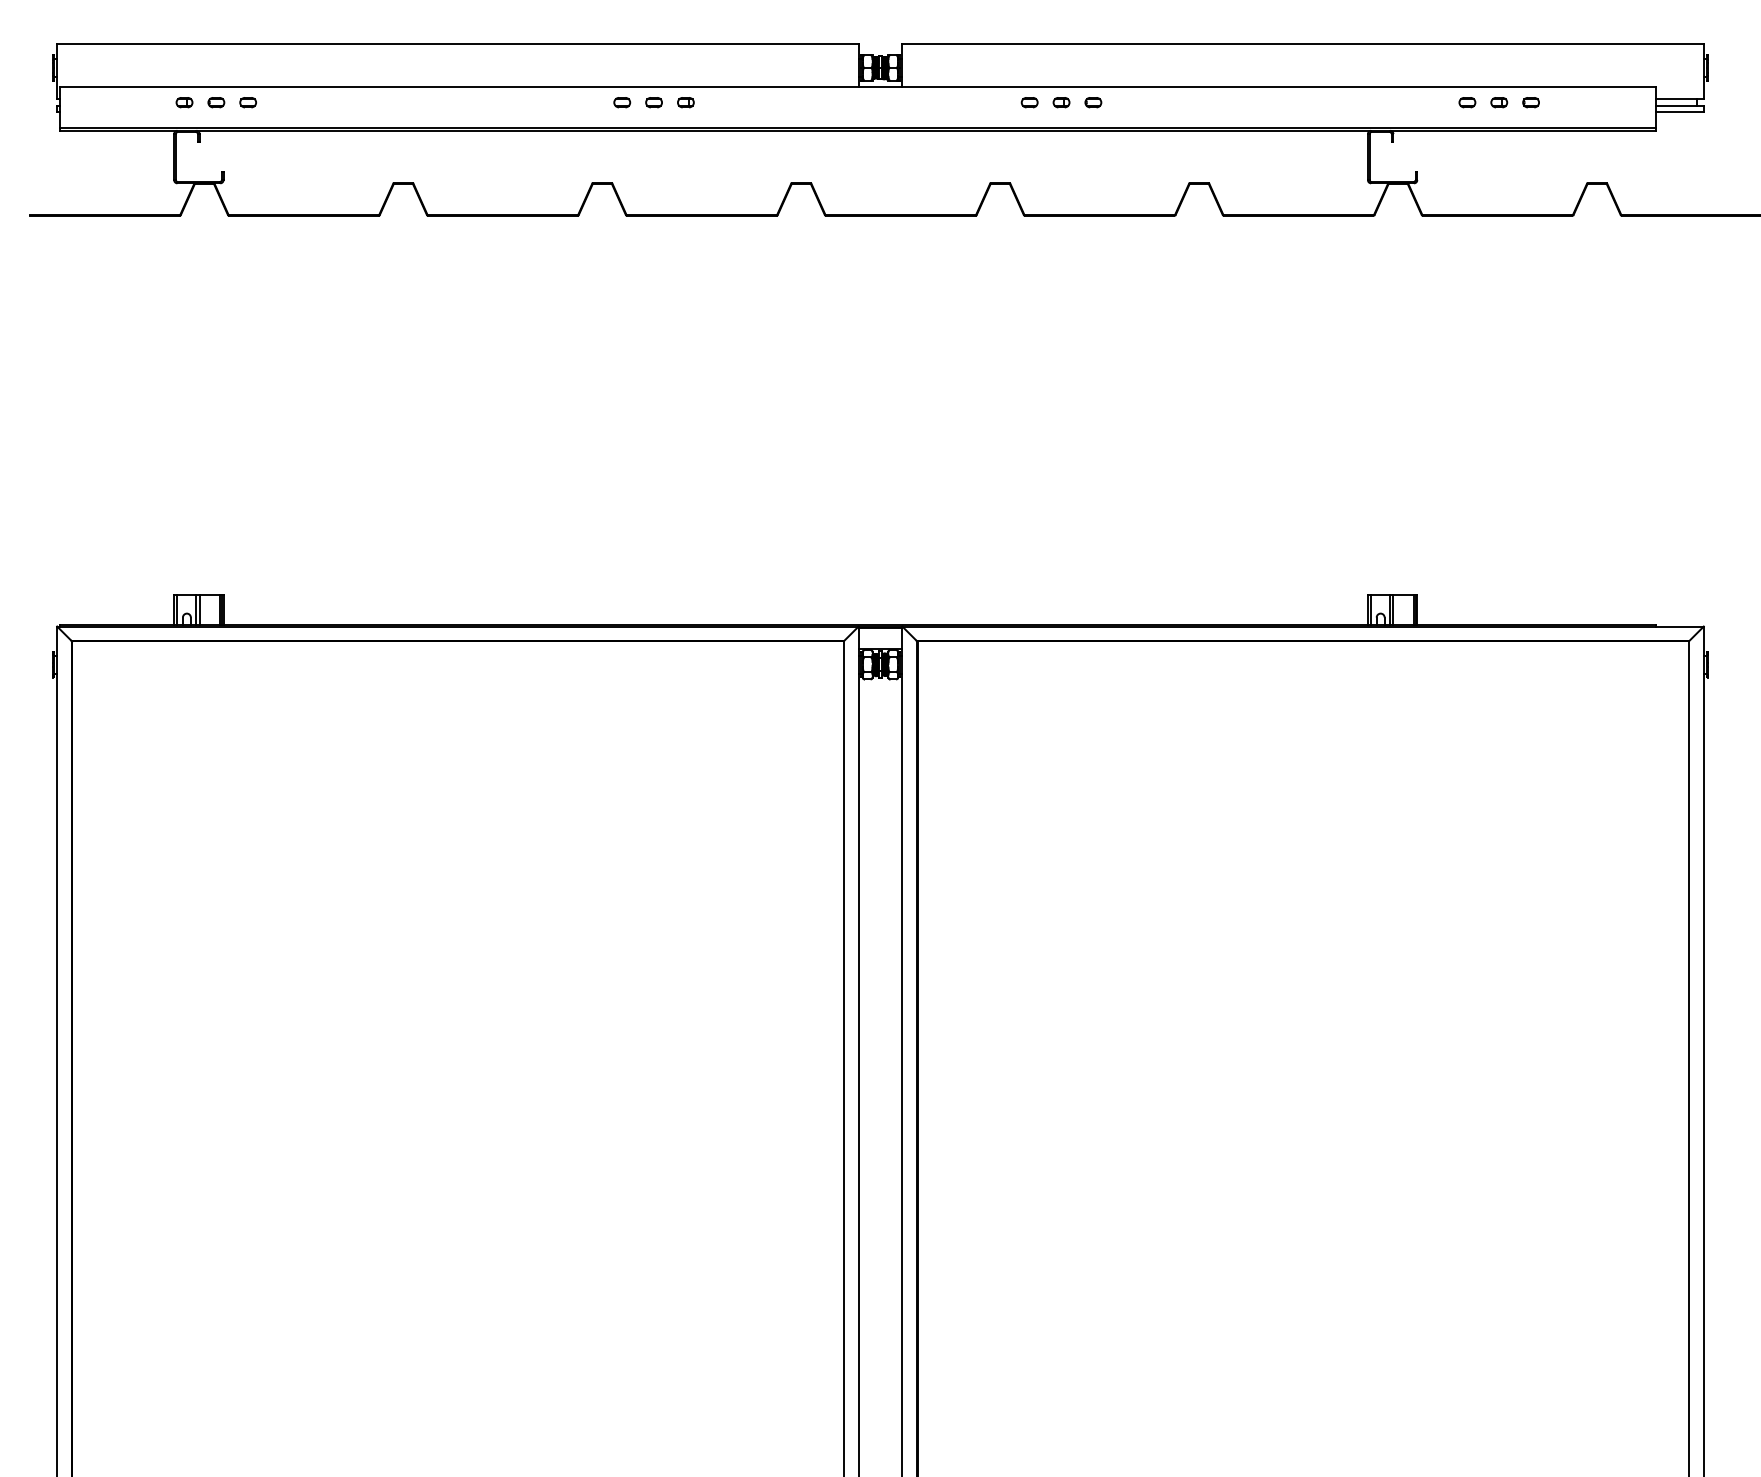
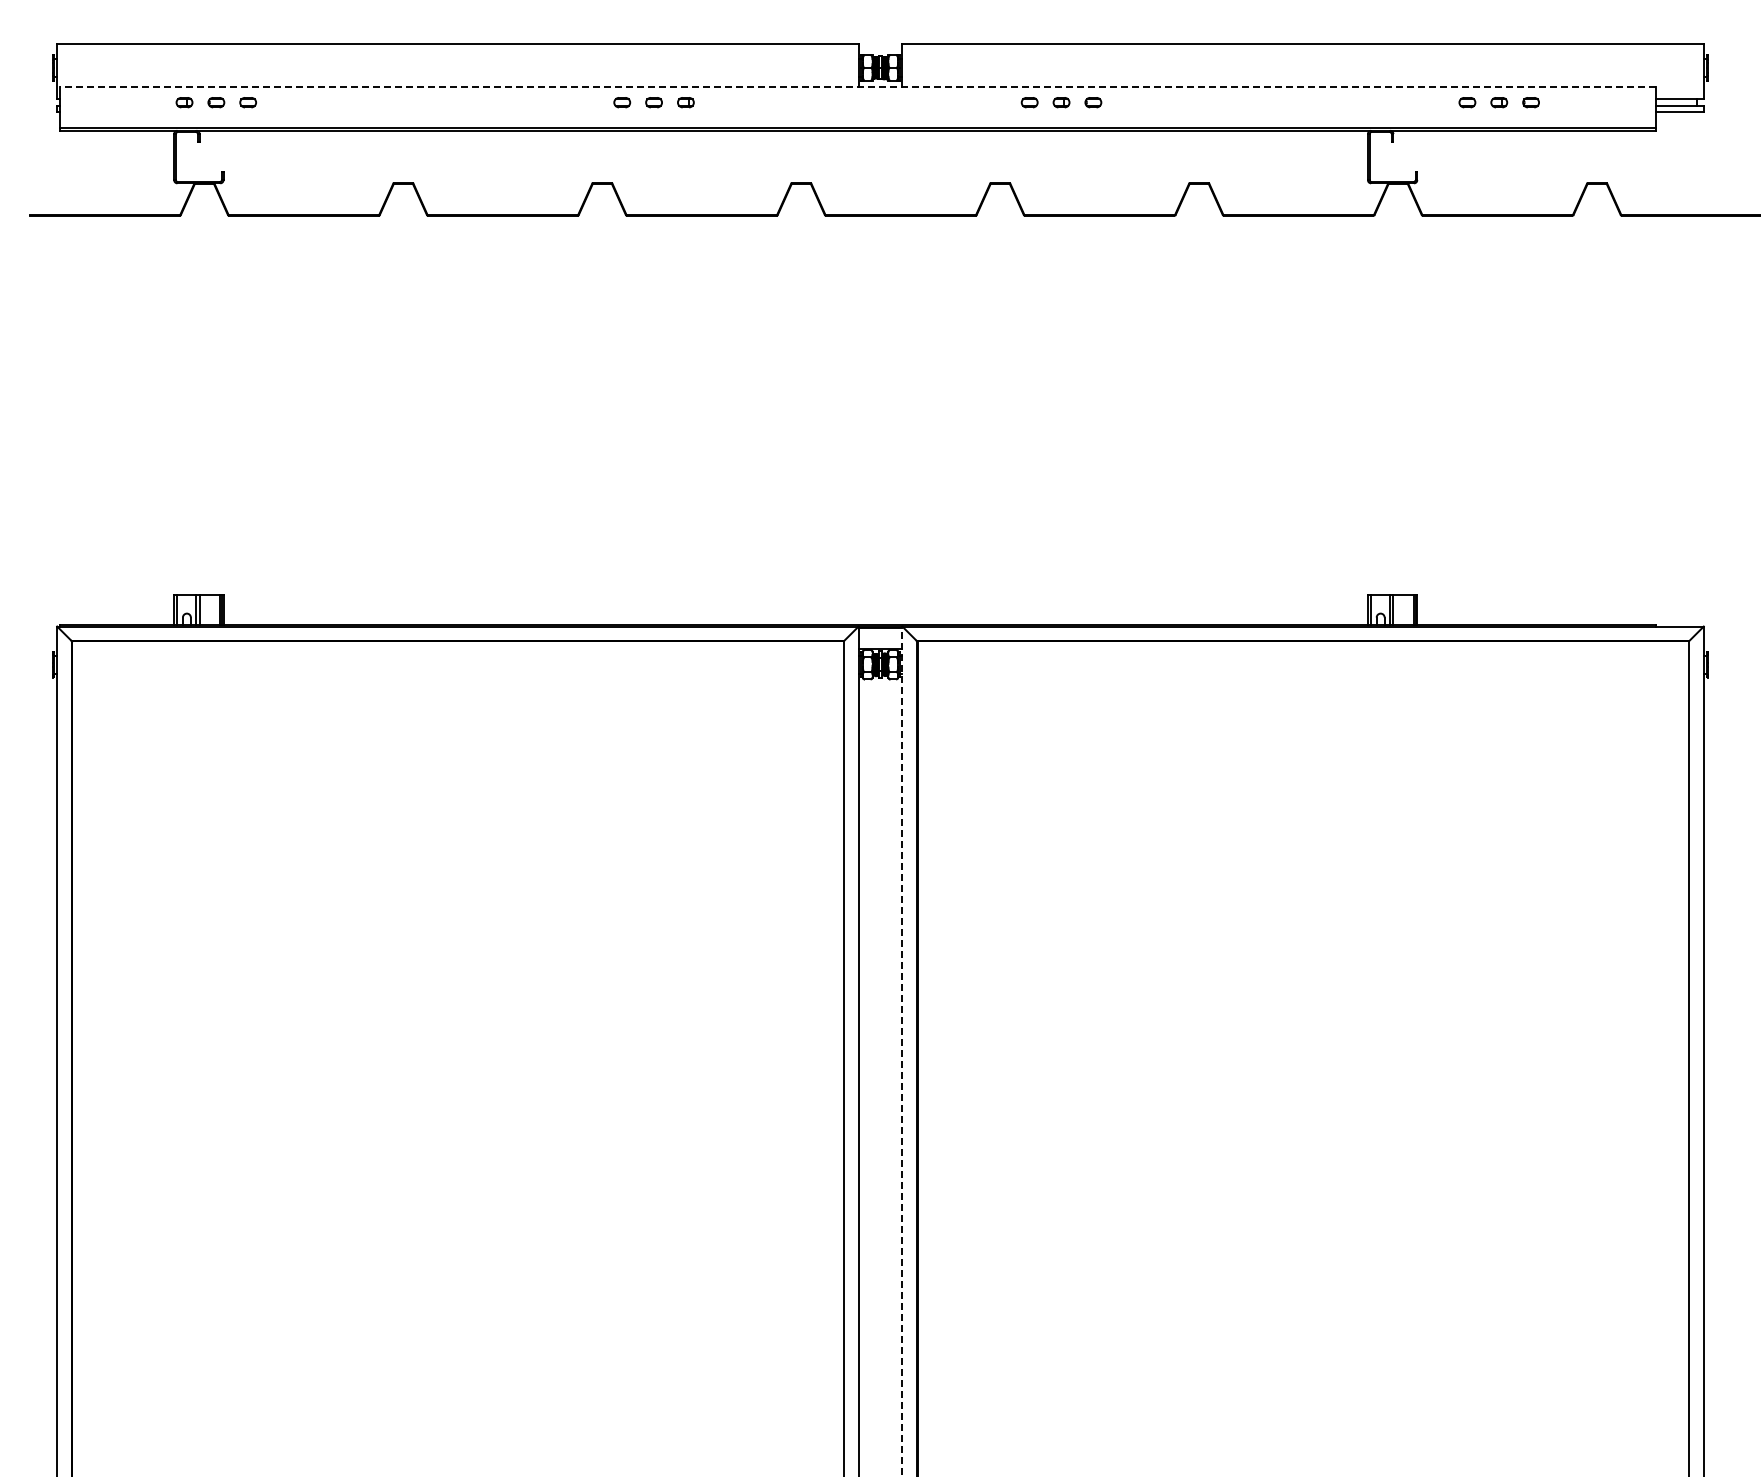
line at (857, 87): solid -> dashed
line at (902, 1051): solid -> dashed
